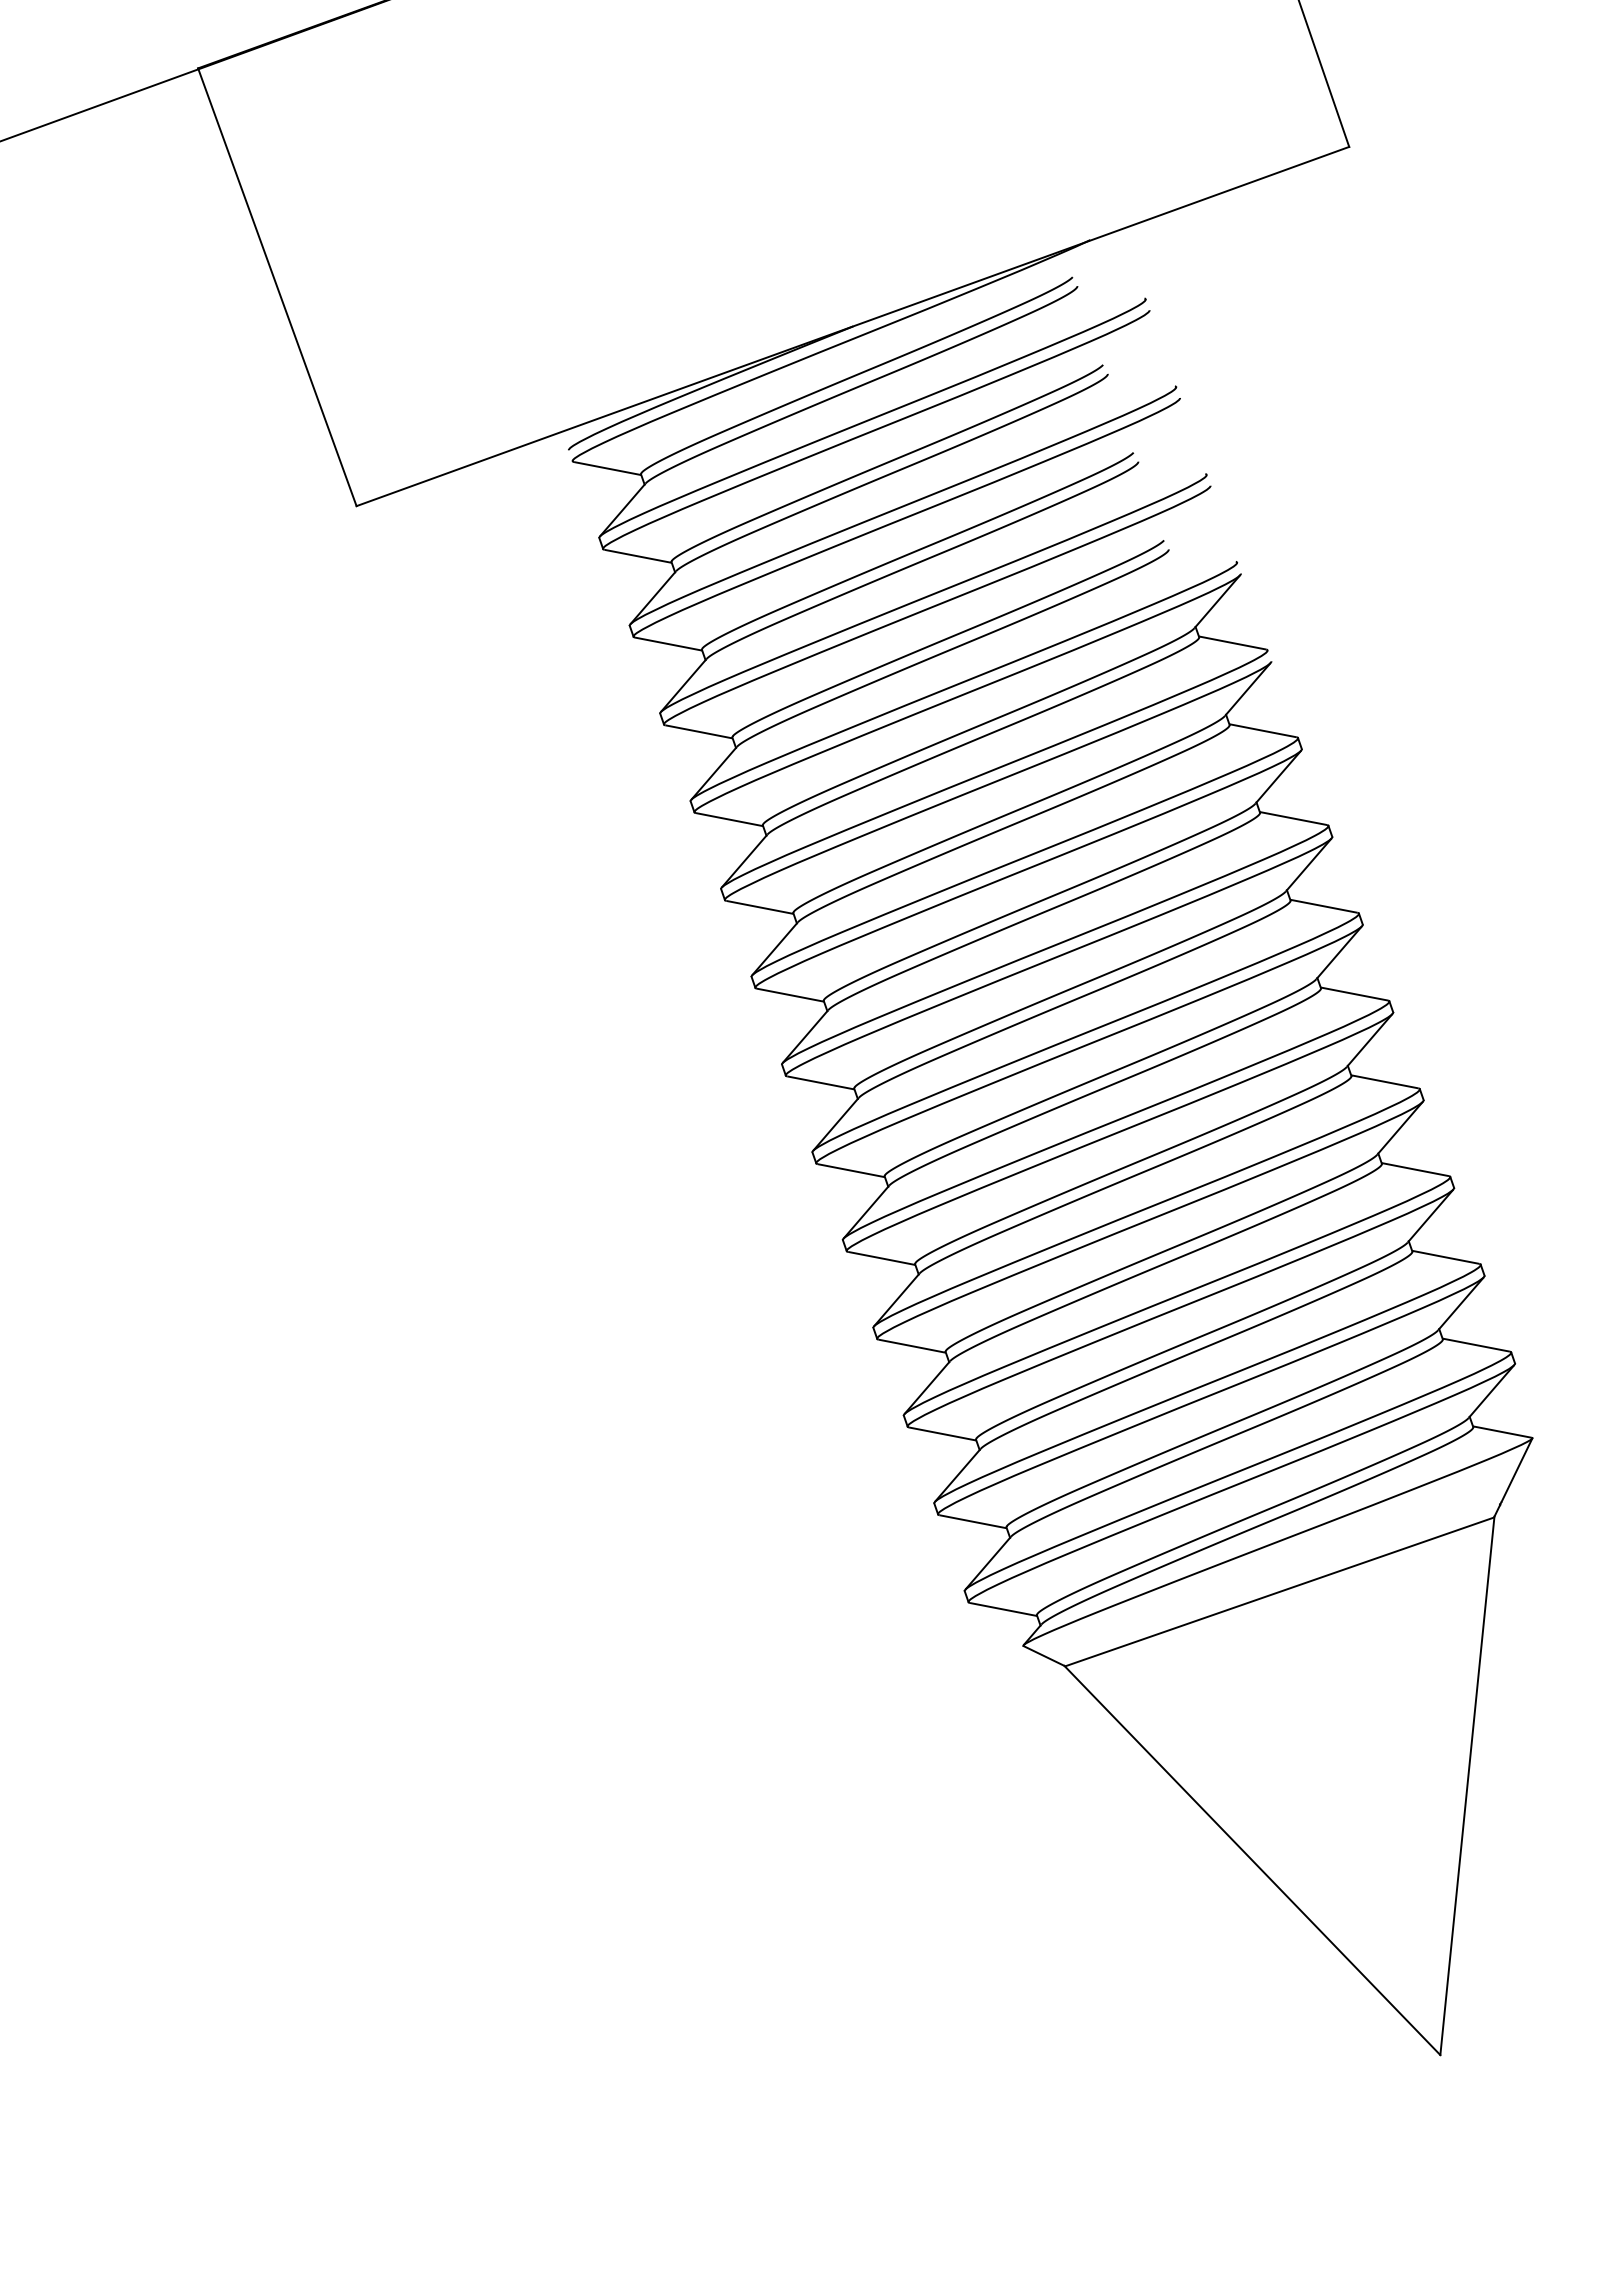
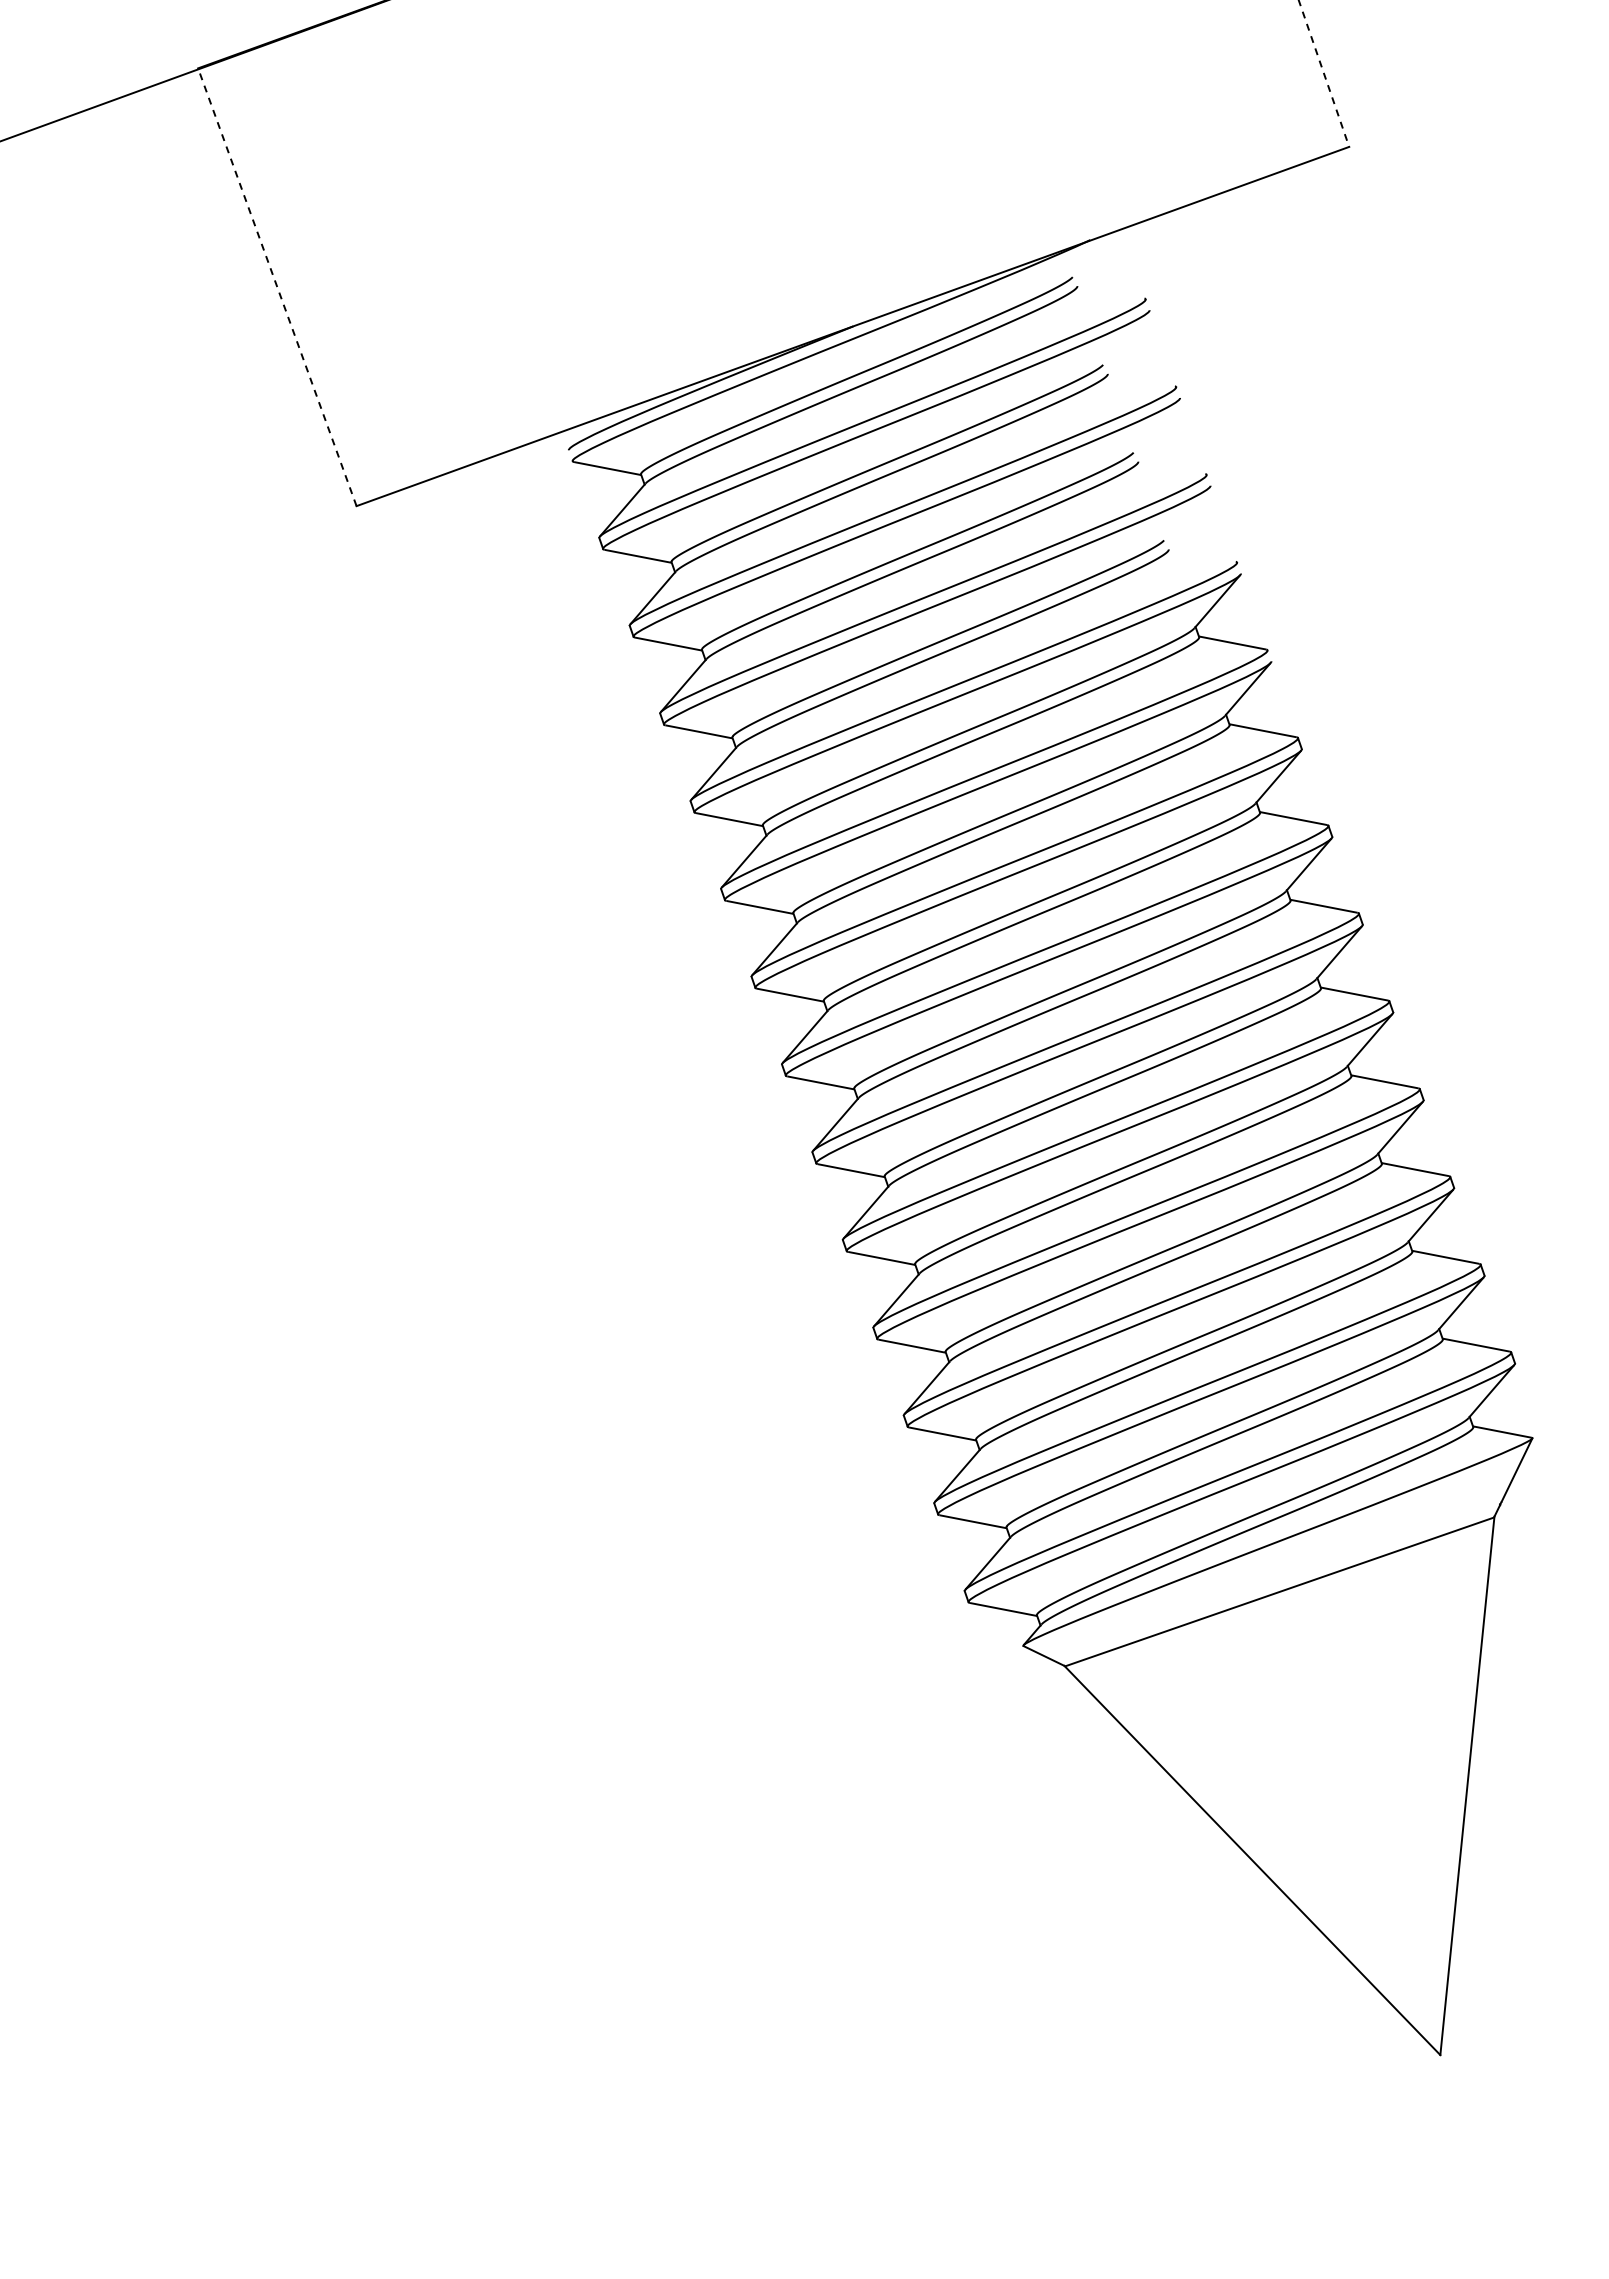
line at (1324, 74): solid -> dashed
line at (277, 287): solid -> dashed
